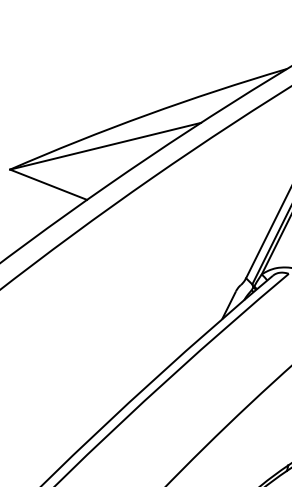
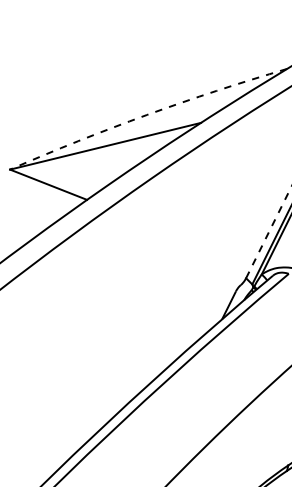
arc at (147, 114): solid -> dashed
line at (269, 231): solid -> dashed
